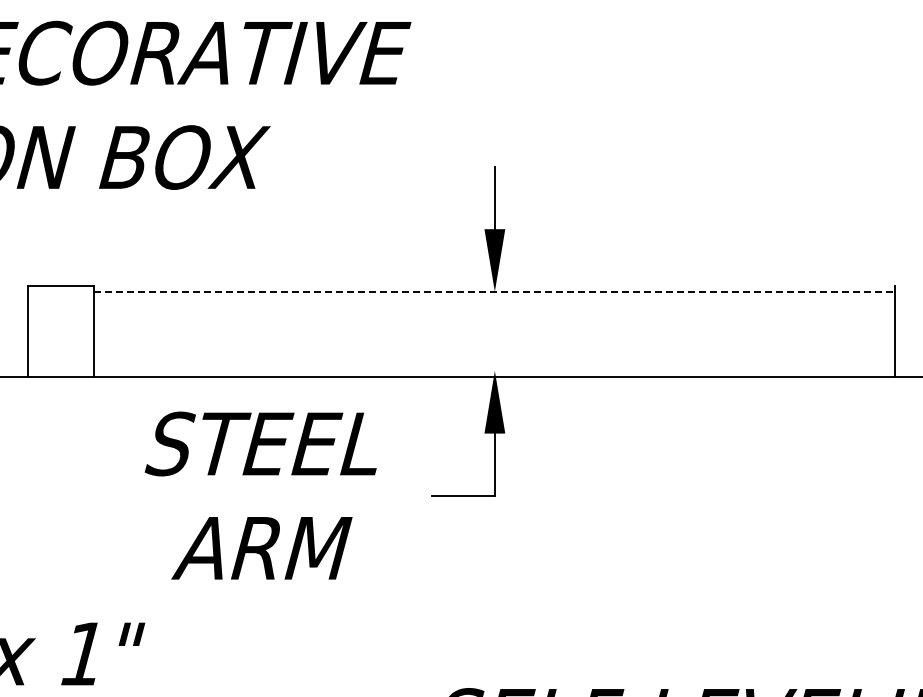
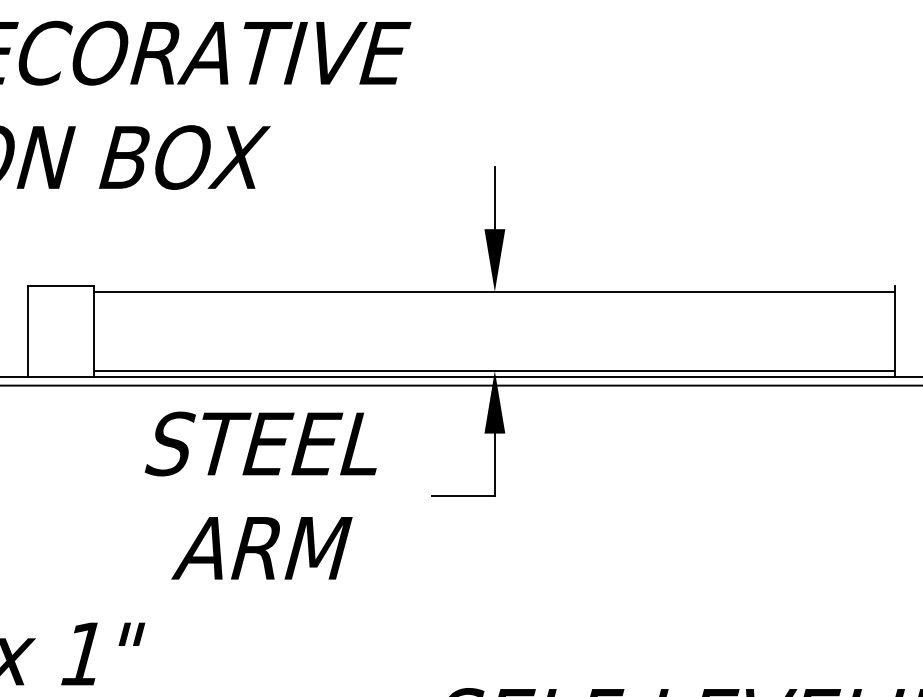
line at (495, 291): dashed -> solid
line at (494, 371): none -> present
line at (460, 385): none -> present
